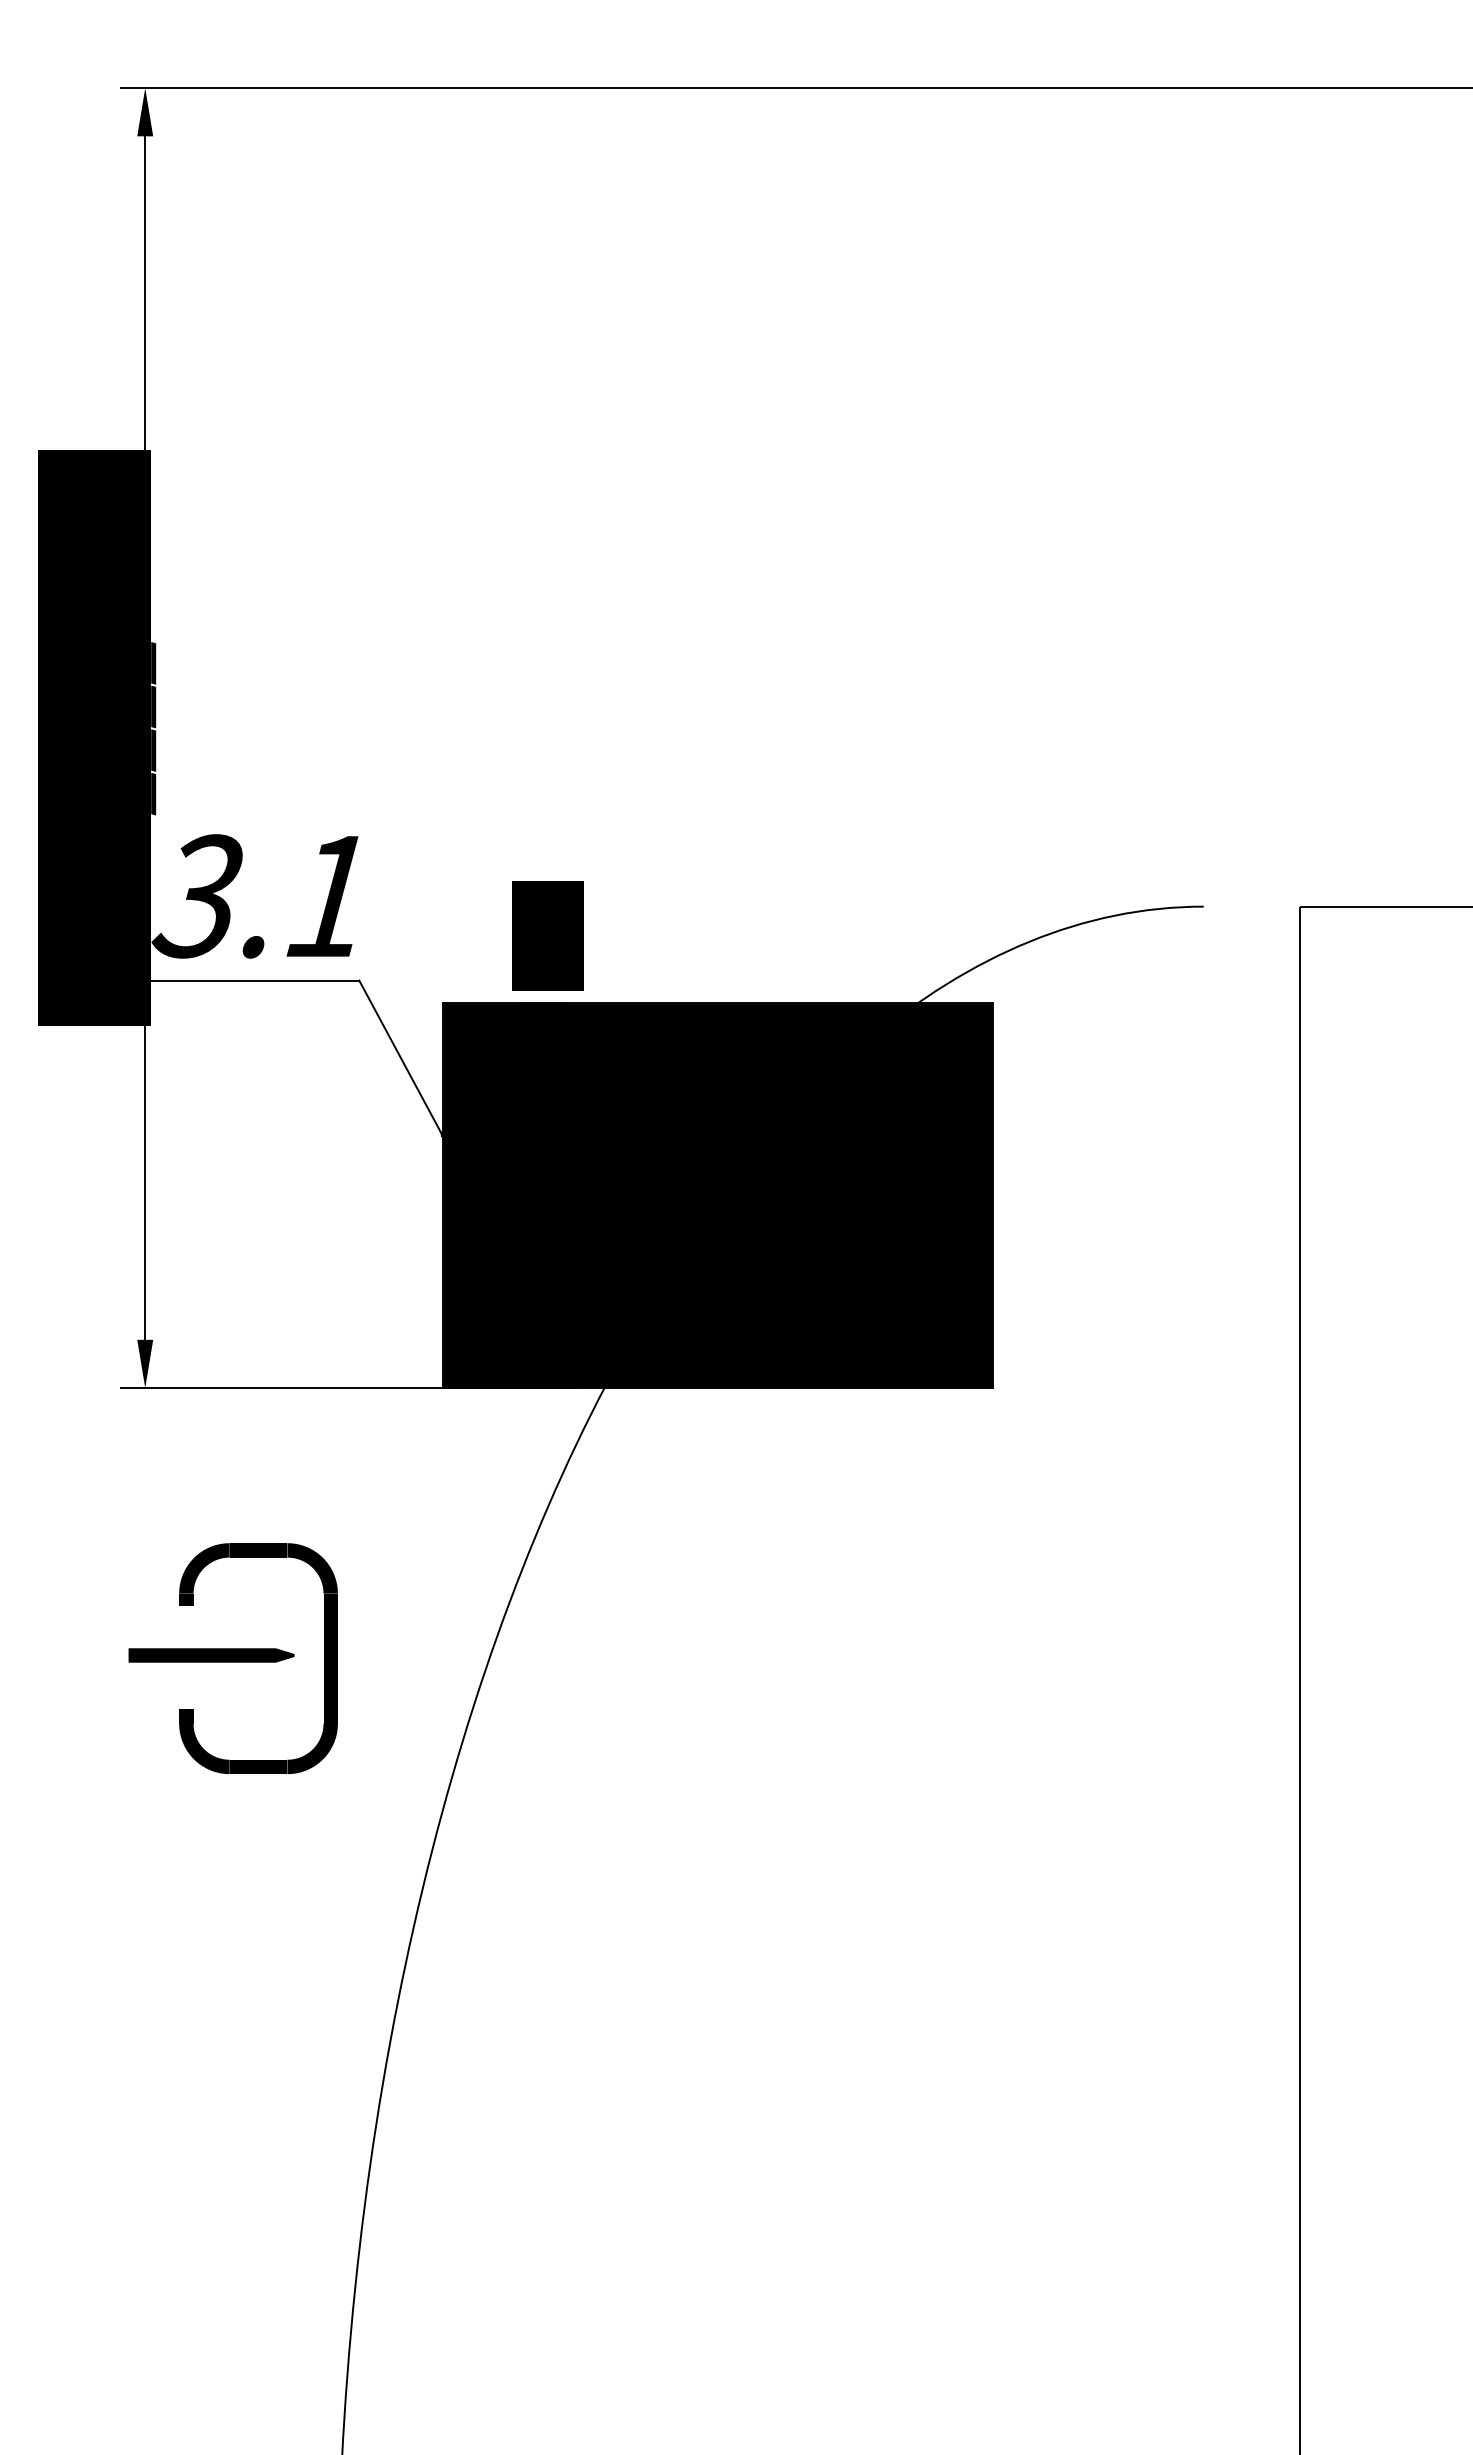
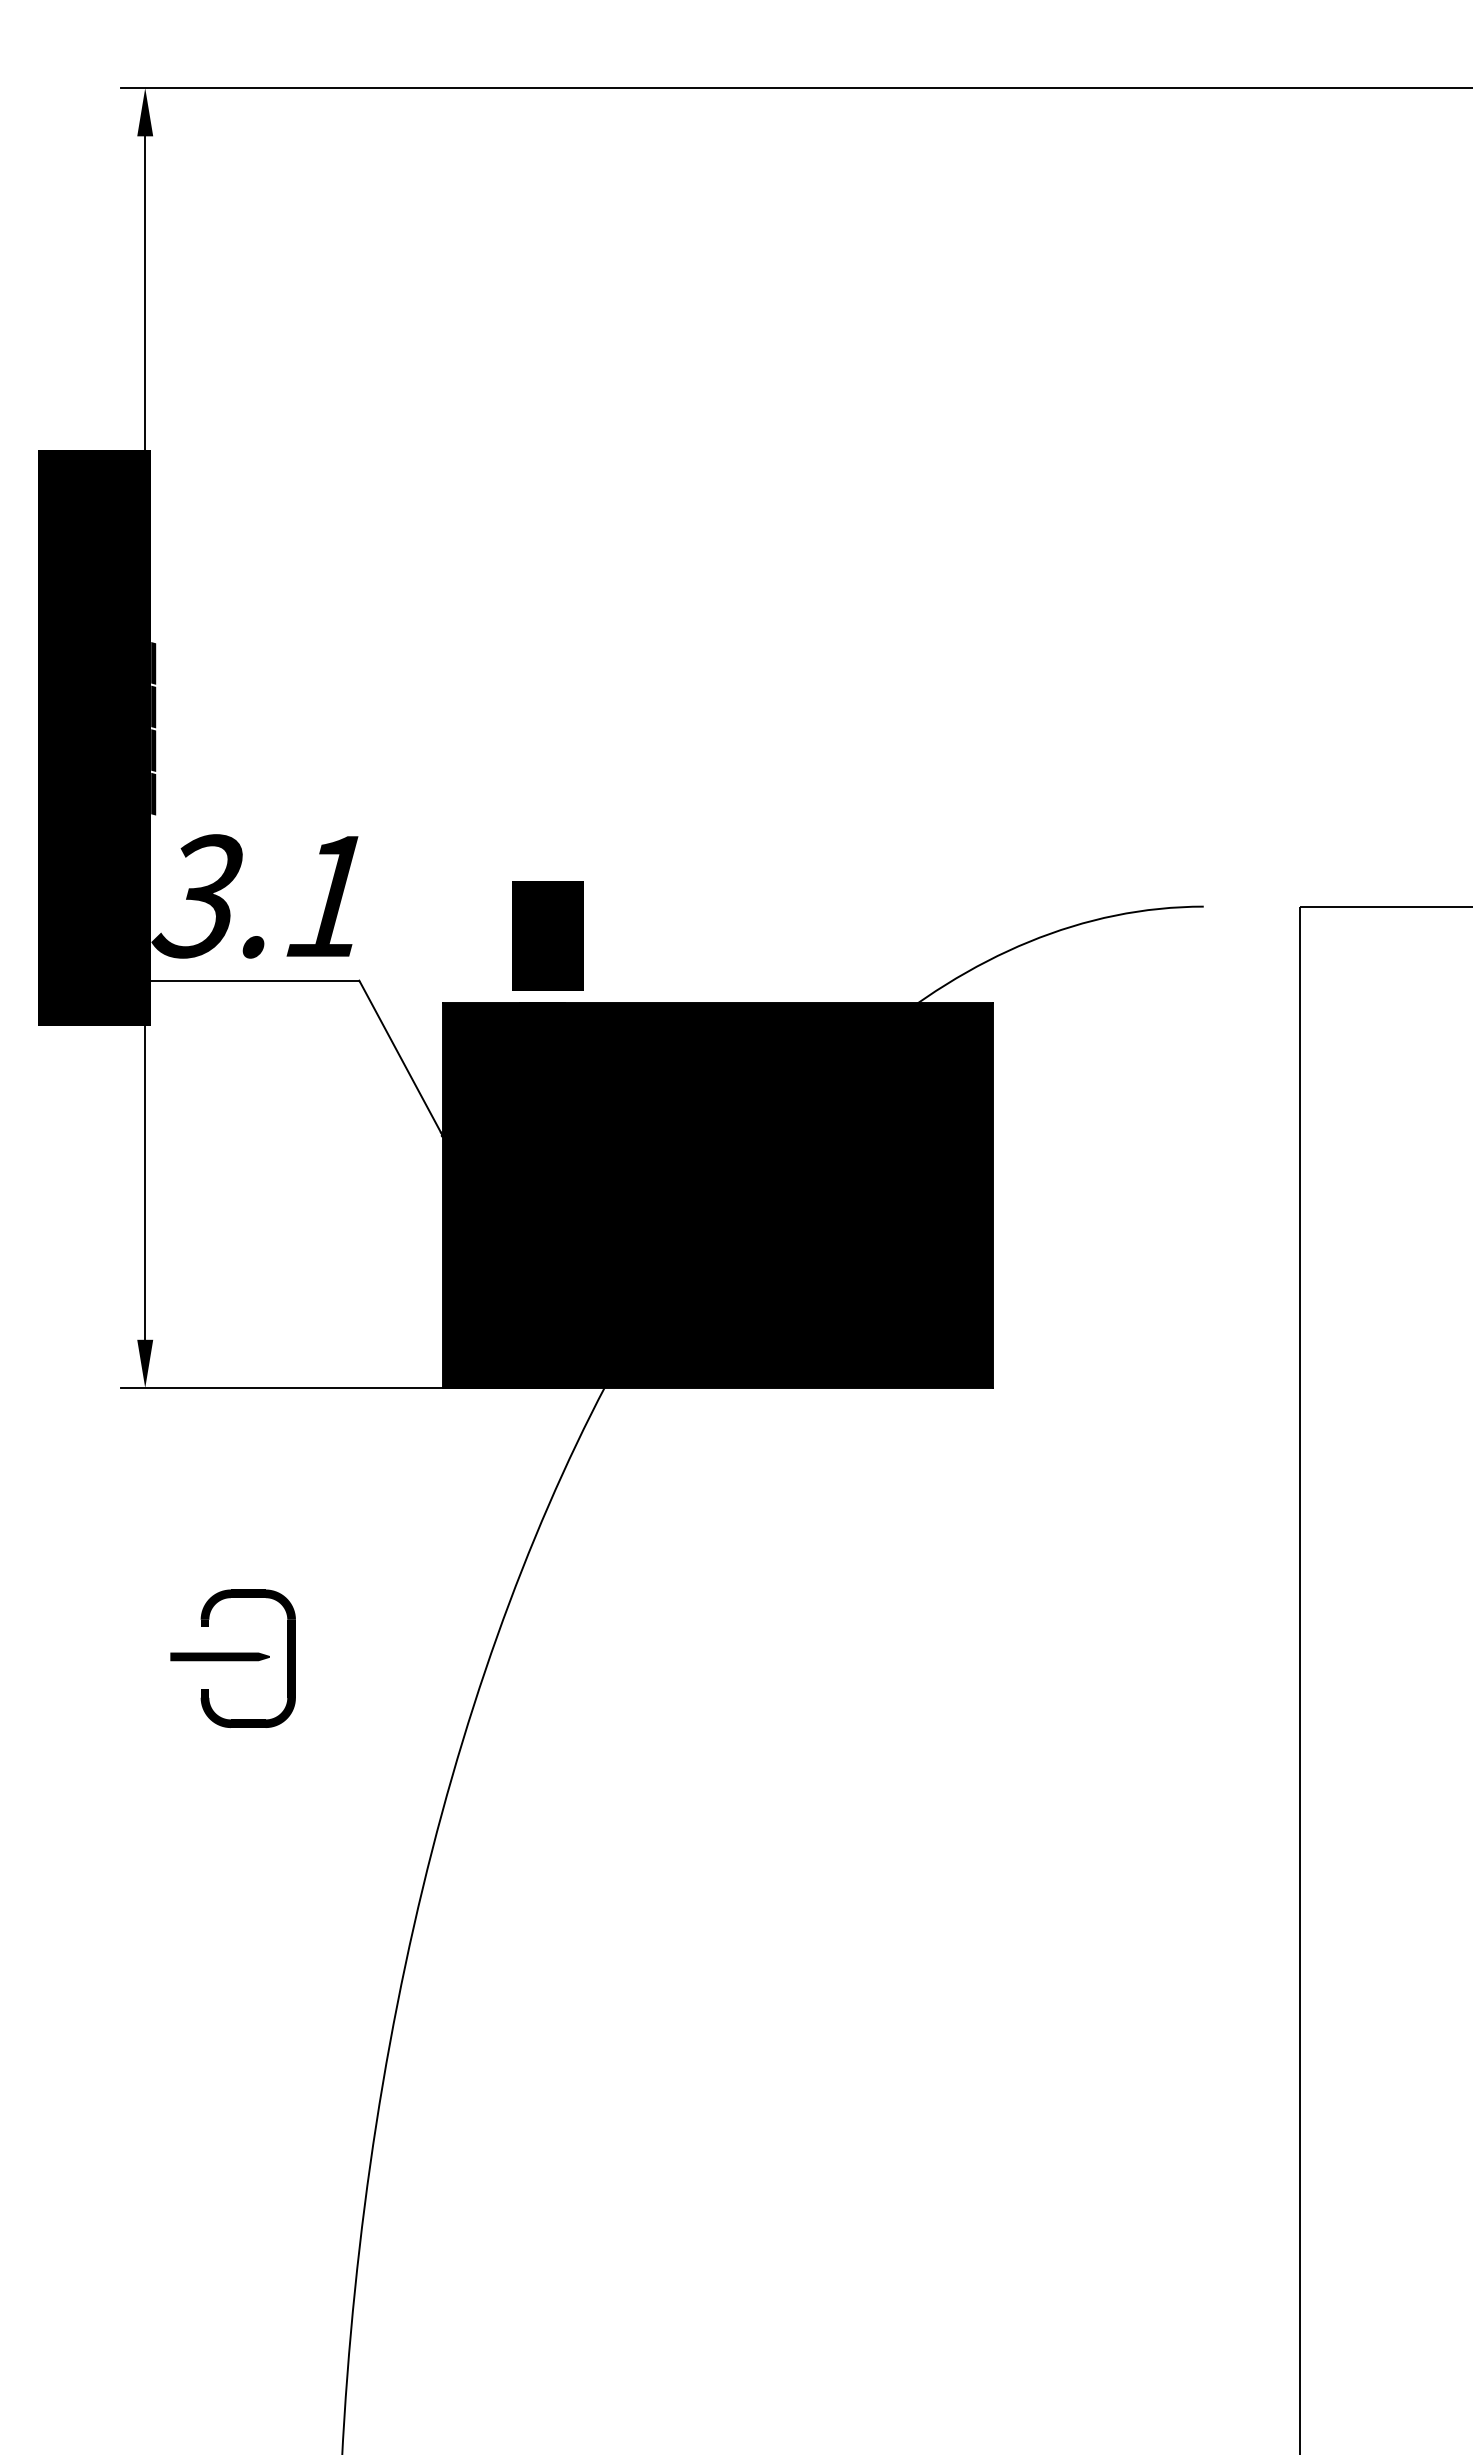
part at (232, 1658) size: 210x232 px -> 126x139 px
